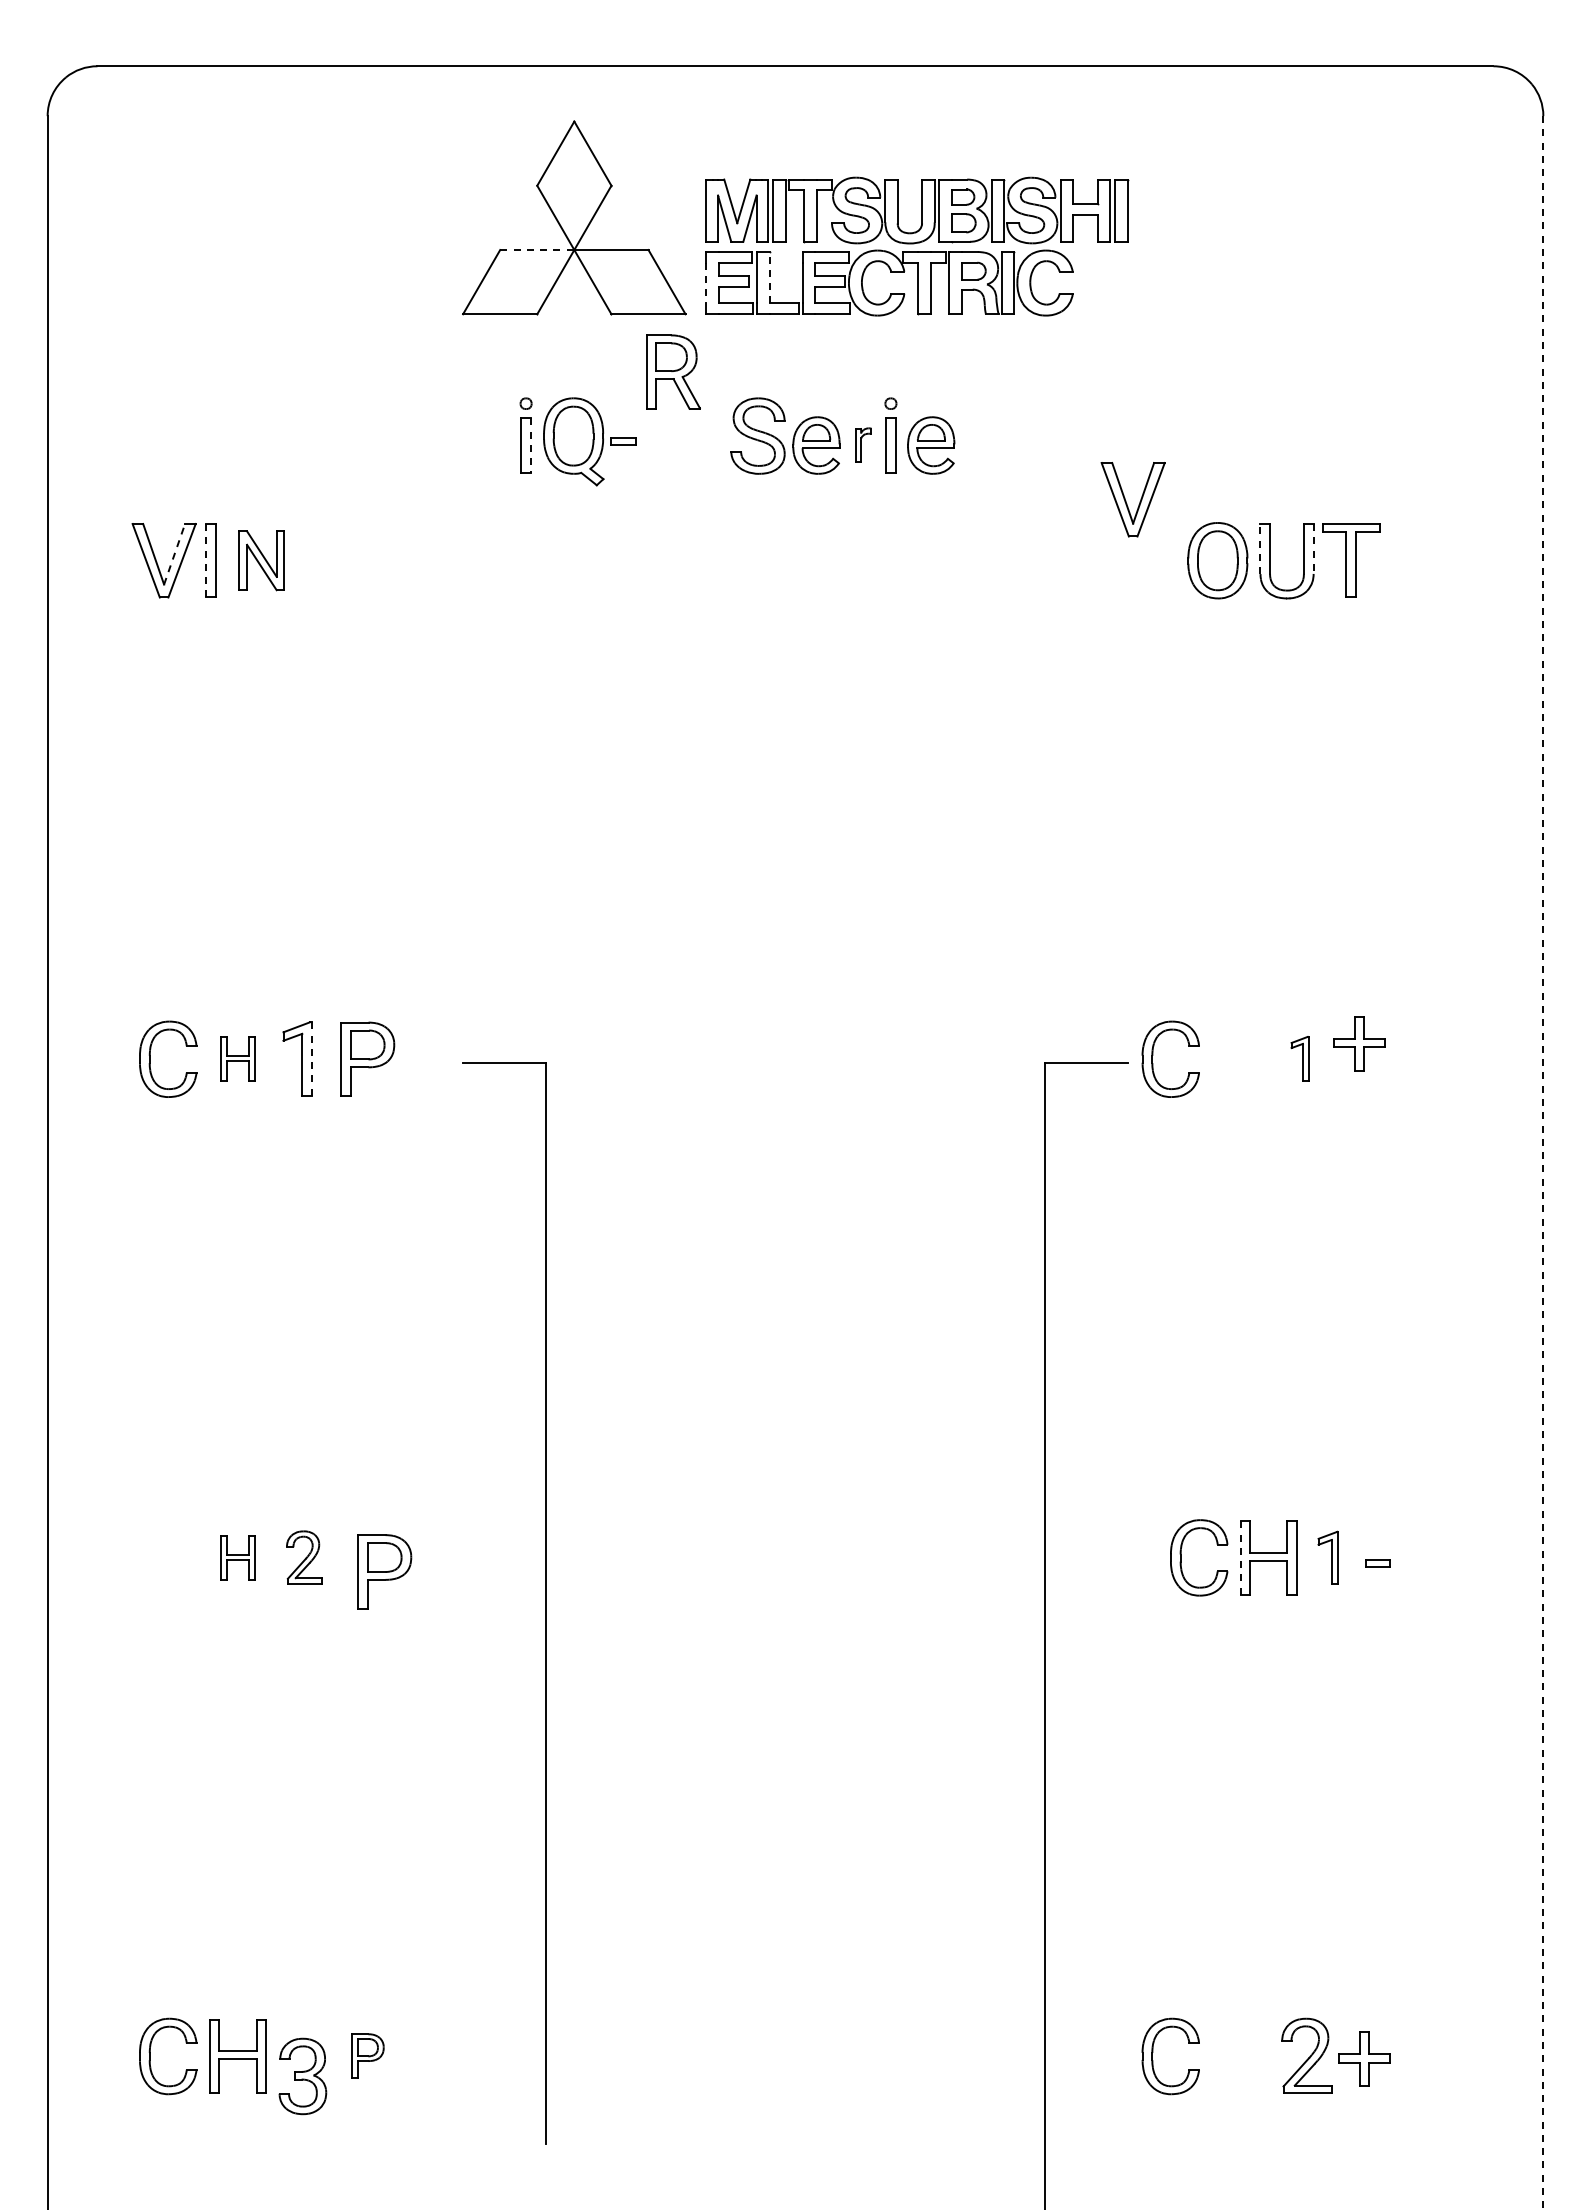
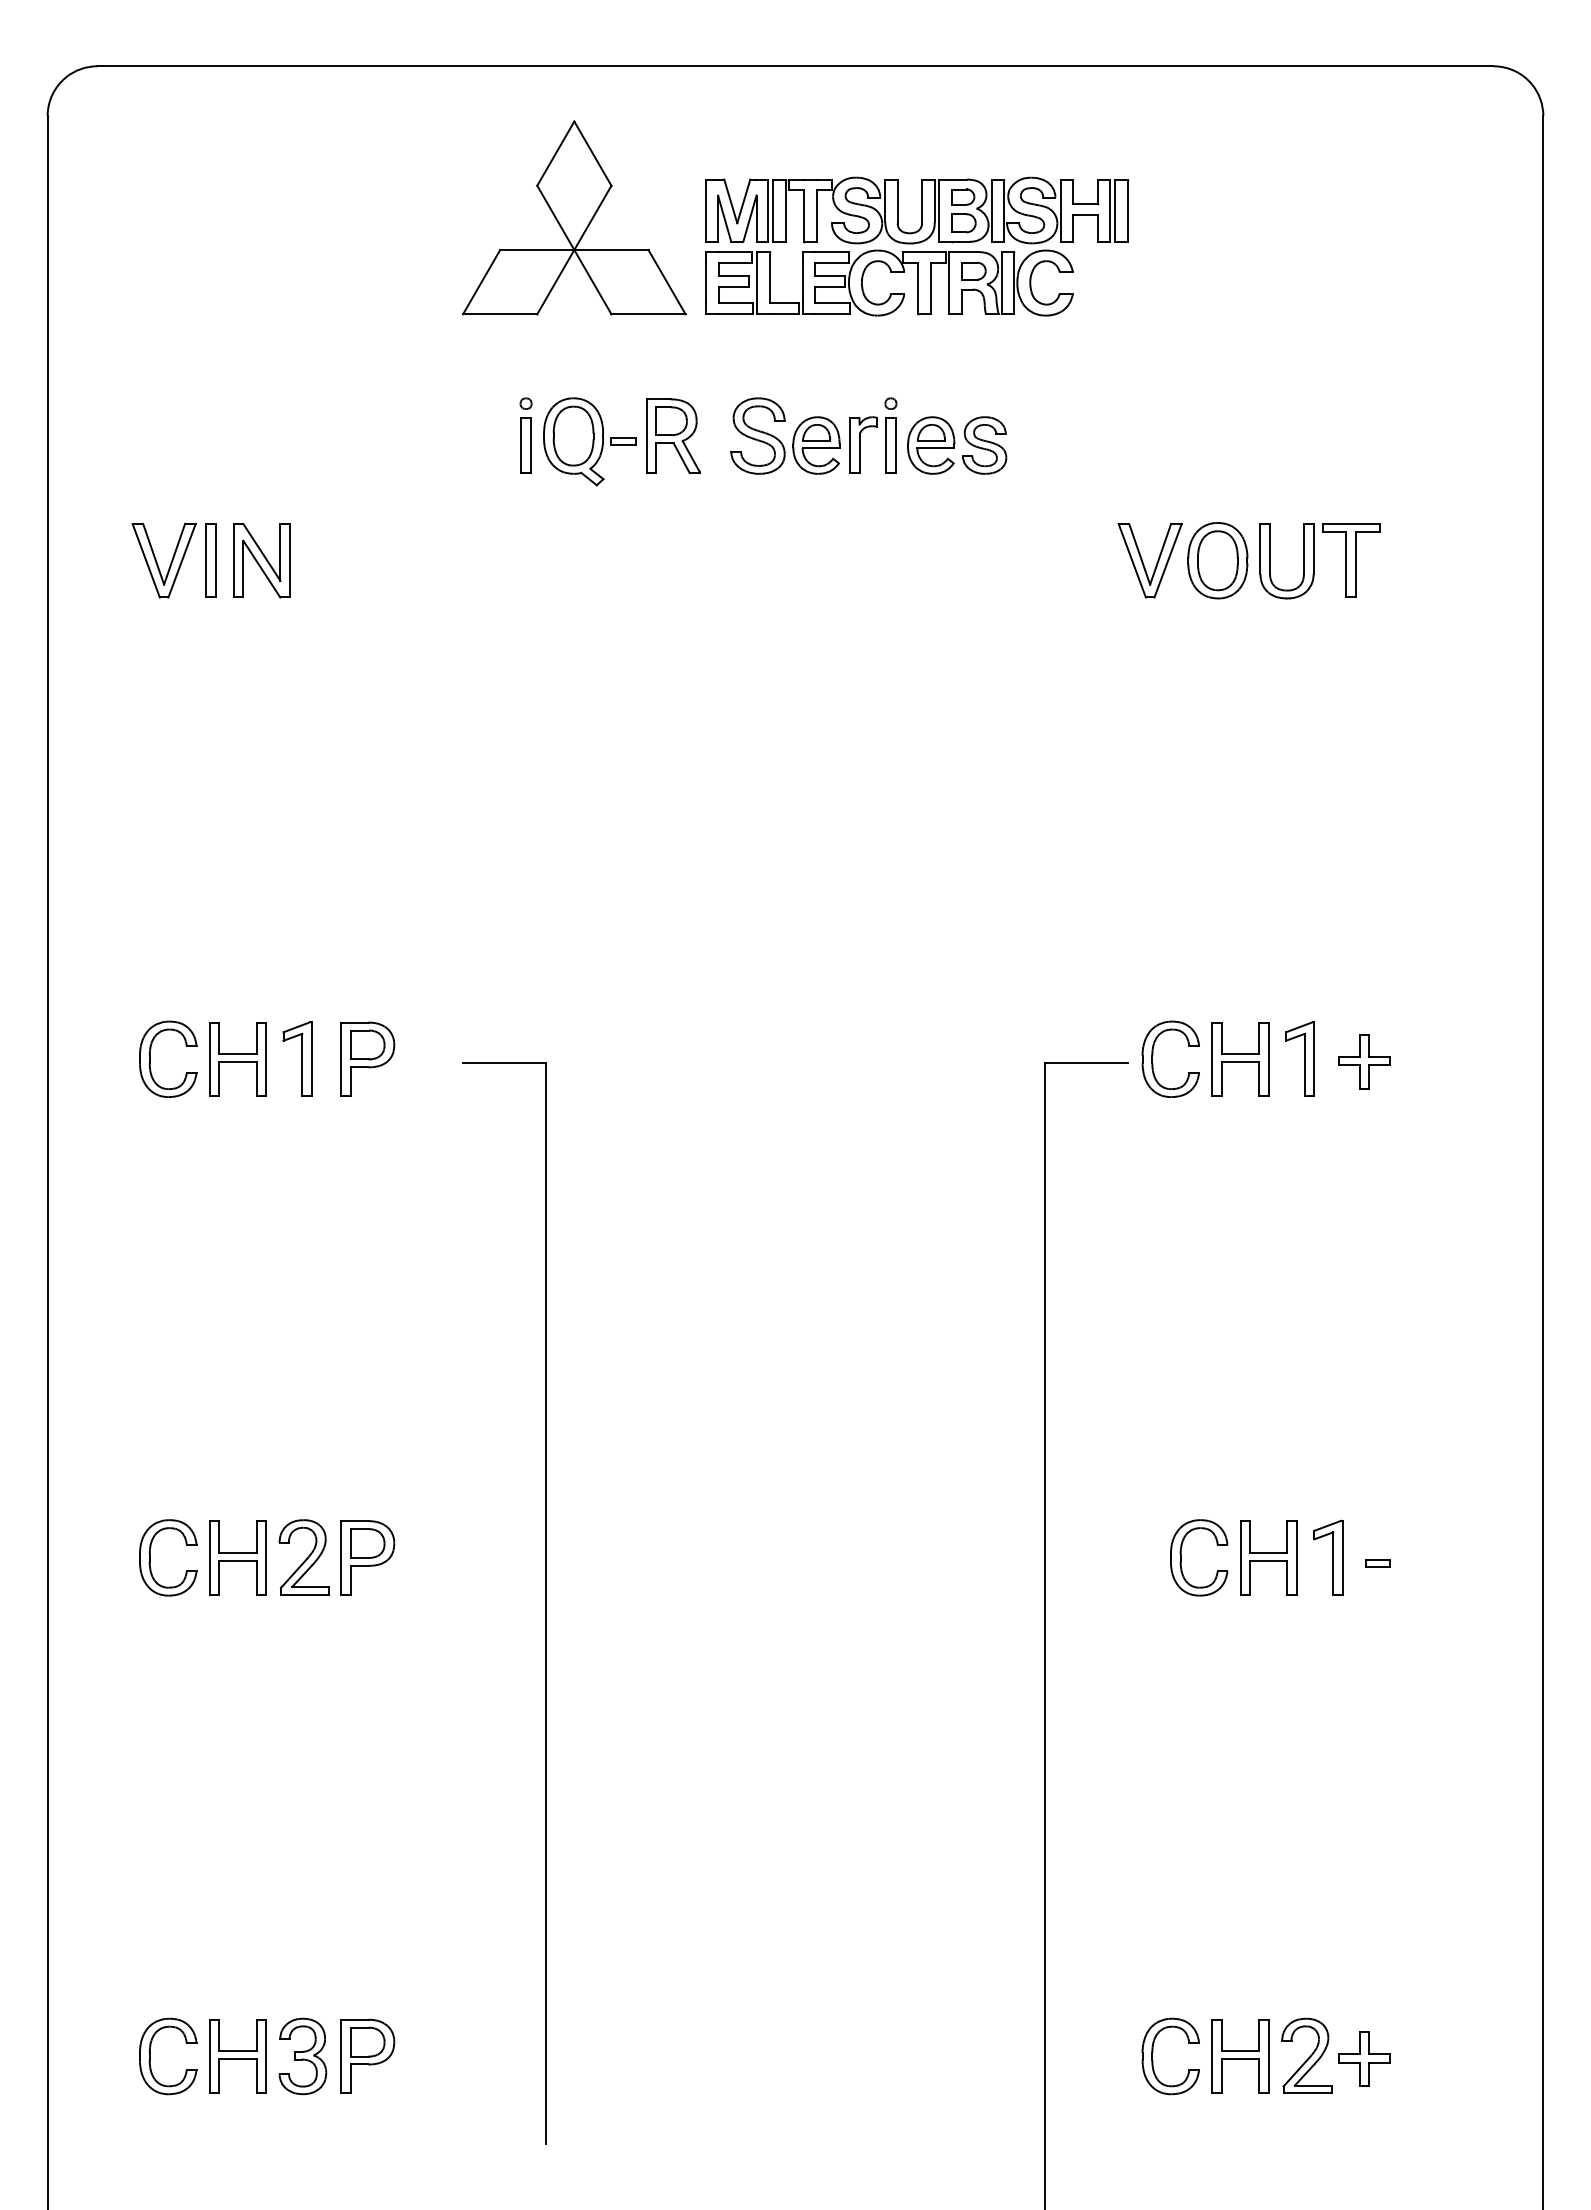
line at (537, 250): dashed -> solid
line at (769, 277): dashed -> solid
line at (706, 283): dashed -> solid
part at (673, 371) position: (673, 371) -> (673, 435)
part at (863, 444) size: 17x36 px -> 29x58 px
part at (984, 445): none -> present
line at (530, 446): dashed -> solid
part at (1126, 500) position: (1126, 500) -> (1143, 561)
line at (1260, 548): dashed -> solid
line at (1313, 548): dashed -> solid
line at (174, 553): dashed -> solid
line at (206, 560): dashed -> solid
part at (261, 560) size: 47x62 px -> 58x76 px
part at (1359, 1043) position: (1359, 1043) -> (1364, 1061)
part at (237, 1058) size: 36x46 px -> 58x75 px
part at (1299, 1058) size: 20x46 px -> 30x76 px
line at (311, 1059): dashed -> solid
part at (1240, 1059): none -> present
line at (1543, 1163): dashed -> solid
part at (150, 1557): none -> present
part at (237, 1557) size: 36x46 px -> 58x76 px
part at (304, 1557) size: 37x55 px -> 52x77 px
line at (1240, 1557): dashed -> solid
part at (1327, 1557) size: 22x55 px -> 31x77 px
part at (384, 1571) position: (384, 1571) -> (367, 1557)
part at (367, 2055) size: 34x46 px -> 56x76 px
part at (1240, 2056): none -> present
part at (302, 2076) position: (302, 2076) -> (302, 2056)
